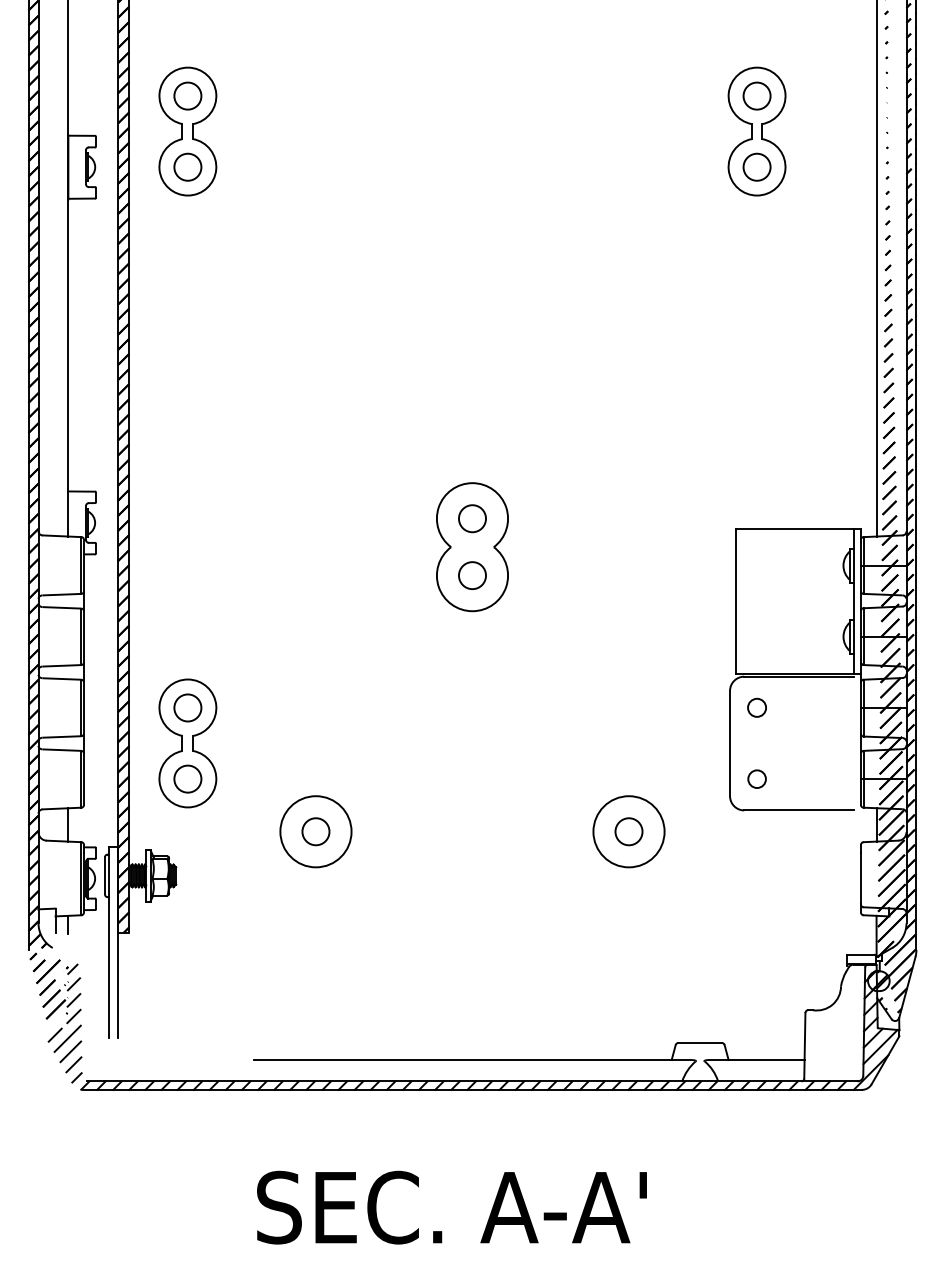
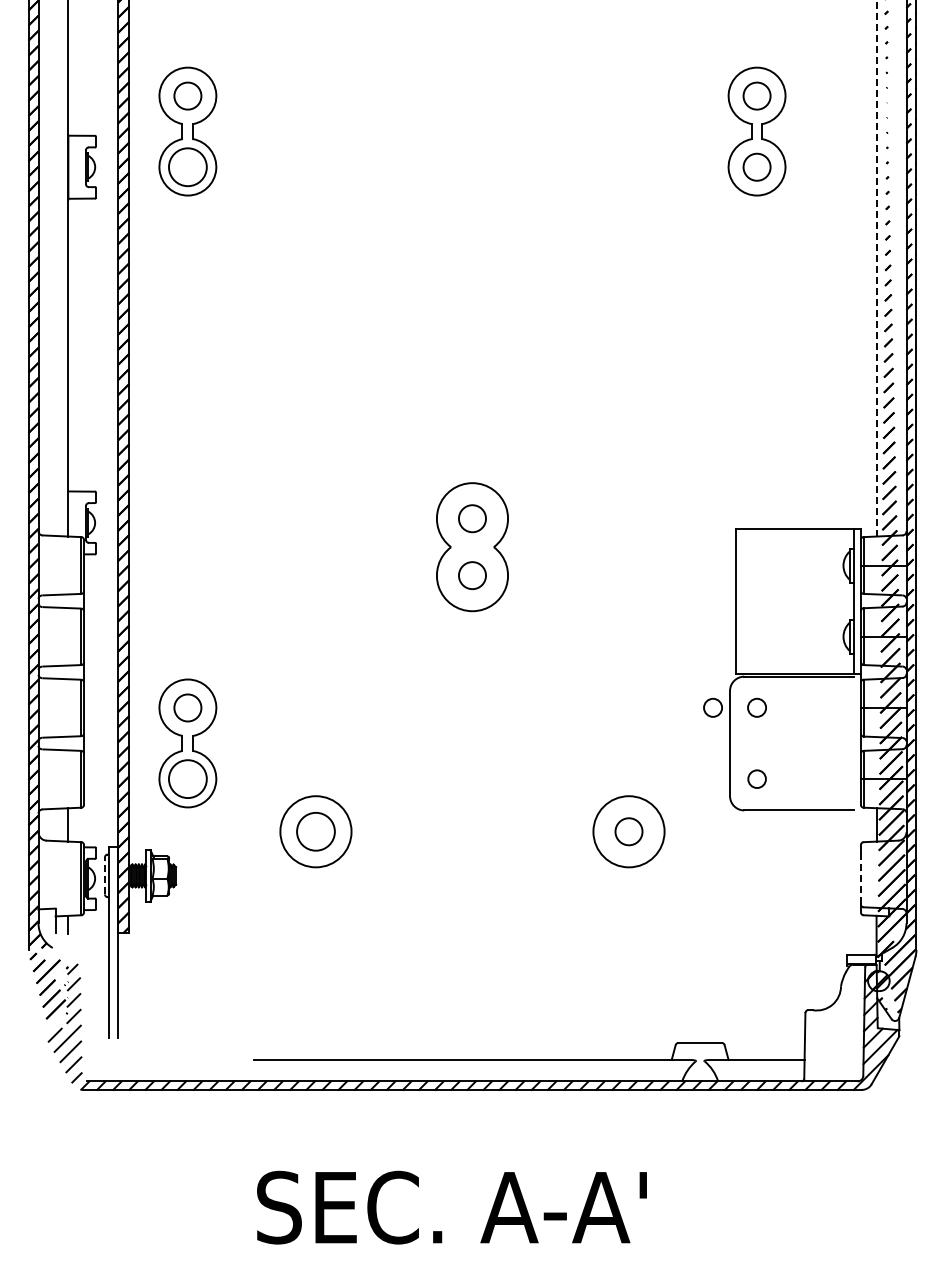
circle at (187, 166) diameter: 27 px -> 38 px
line at (876, 268): solid -> dashed
circle at (712, 707): none -> present
circle at (187, 778) diameter: 27 px -> 38 px
circle at (315, 831) diameter: 27 px -> 38 px
line at (104, 875): solid -> dashed
line at (860, 878): solid -> dashed
